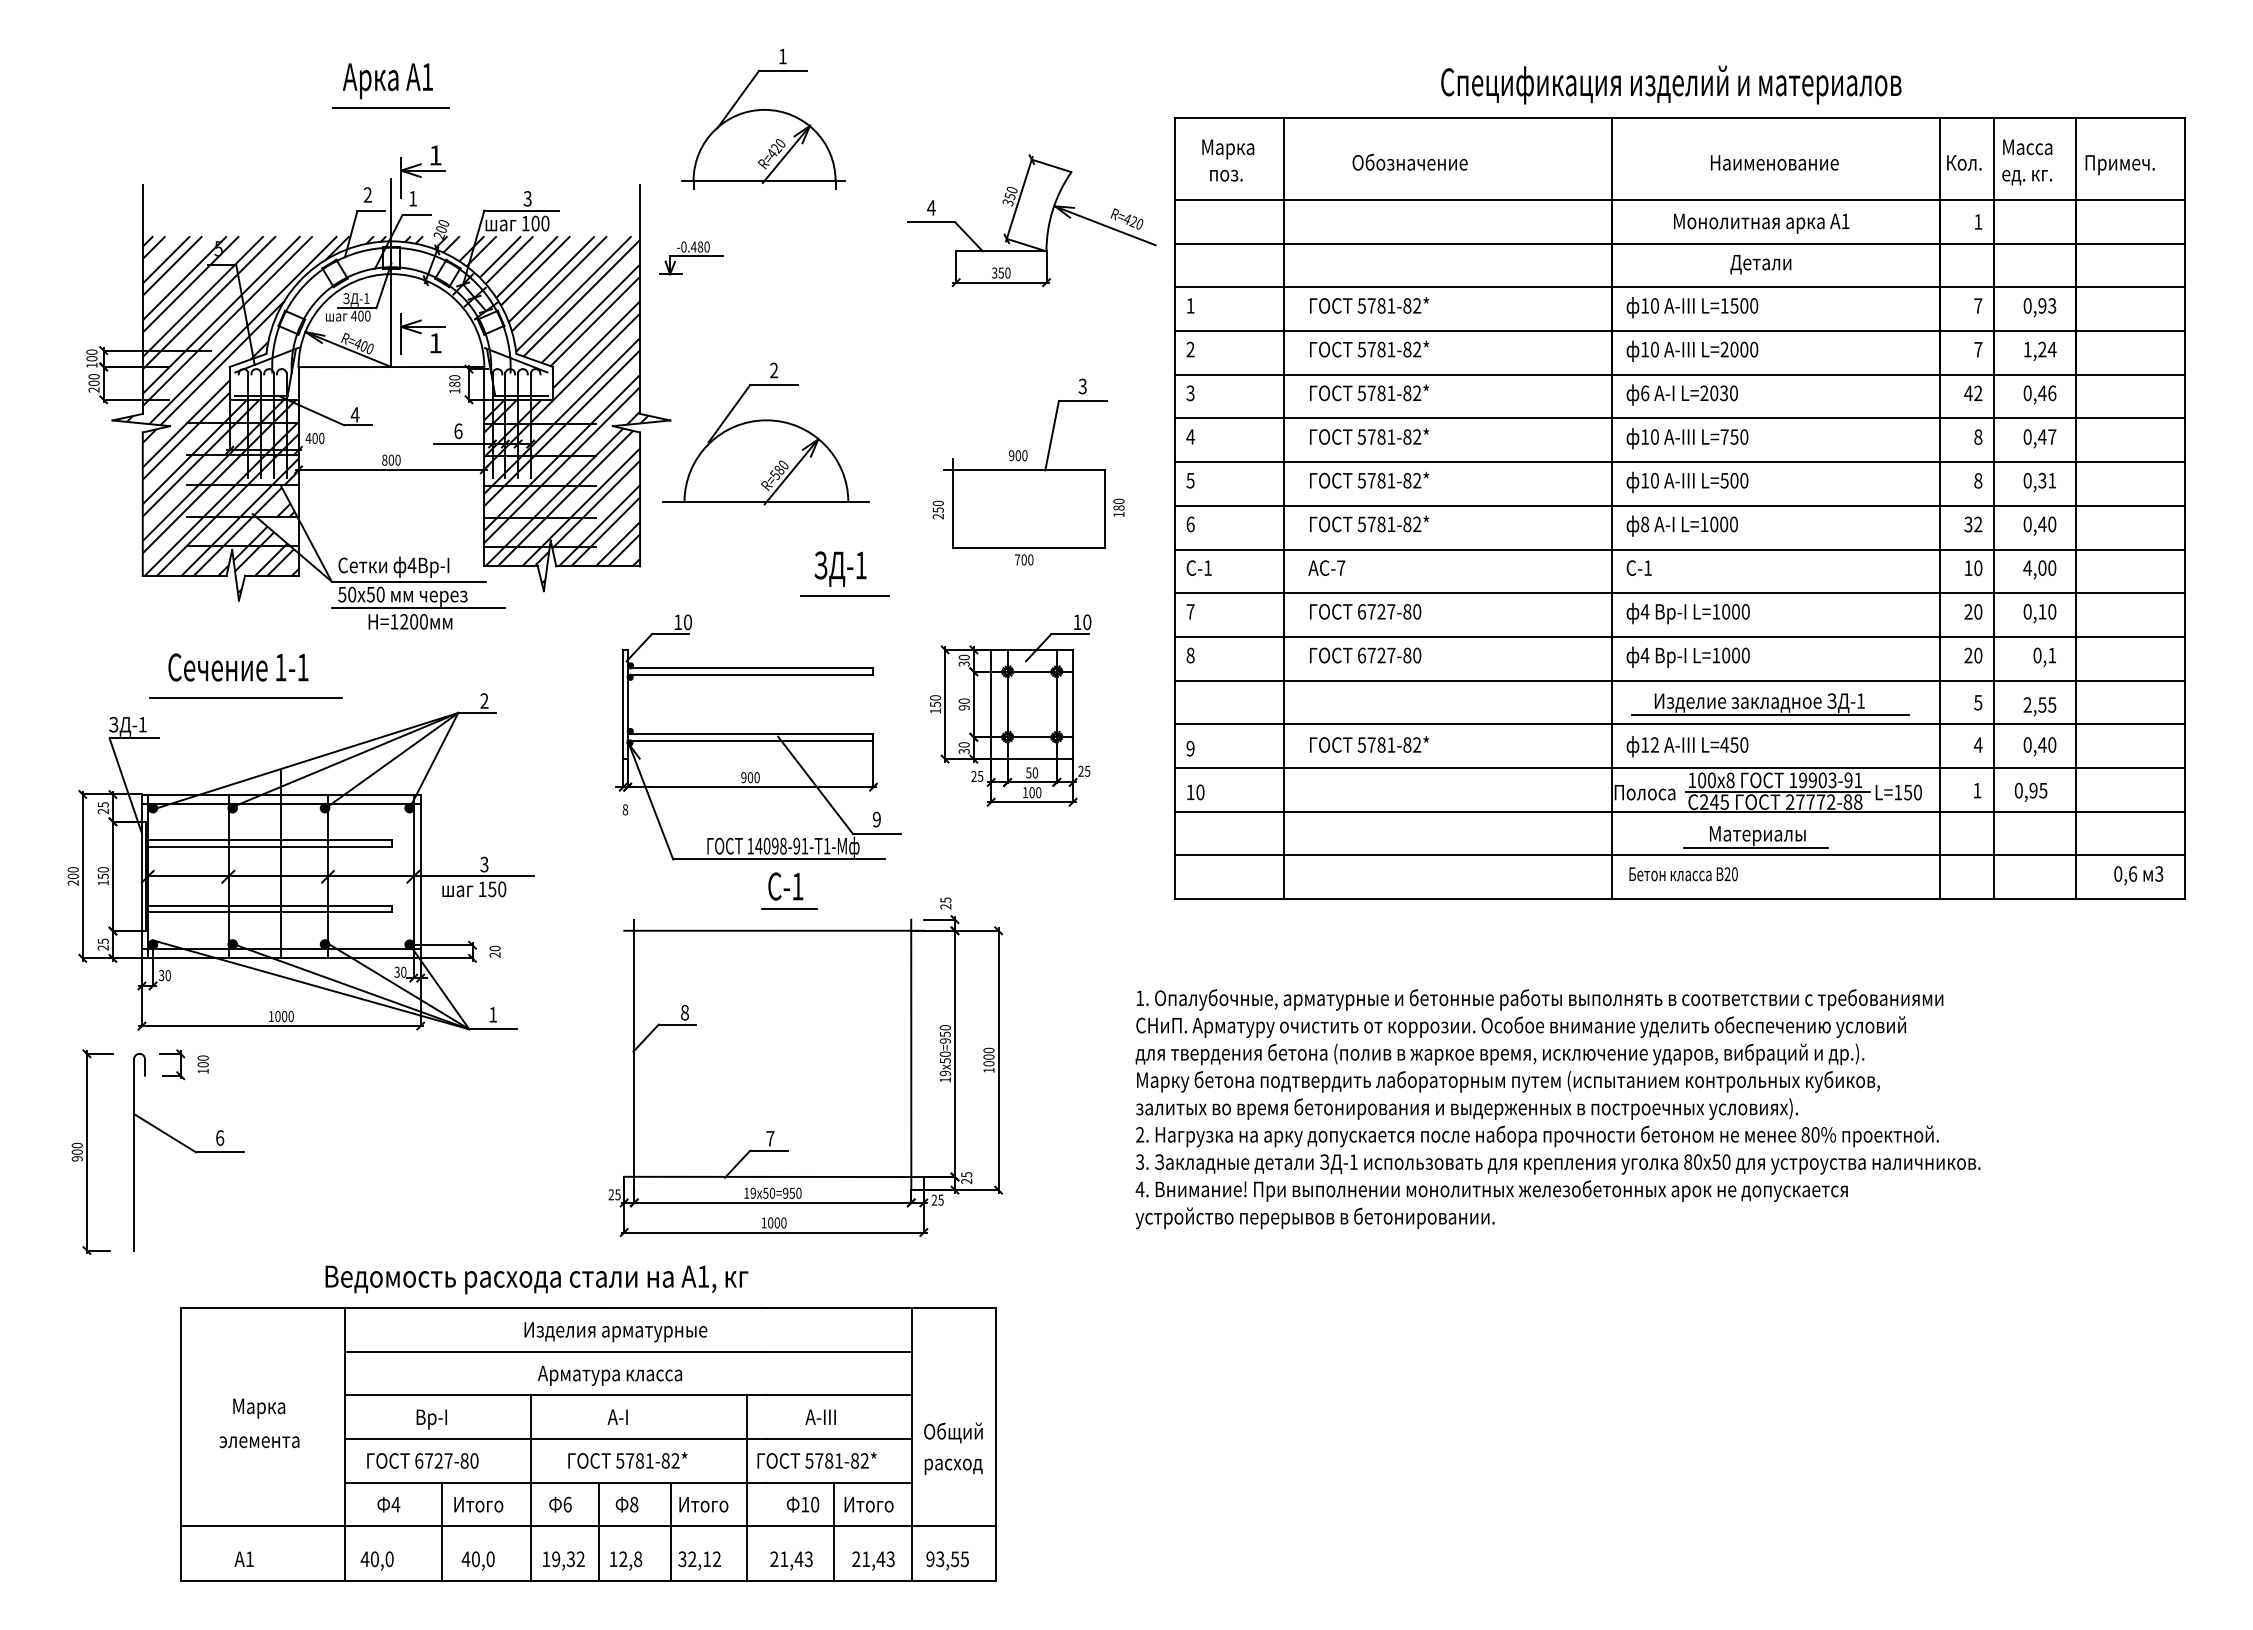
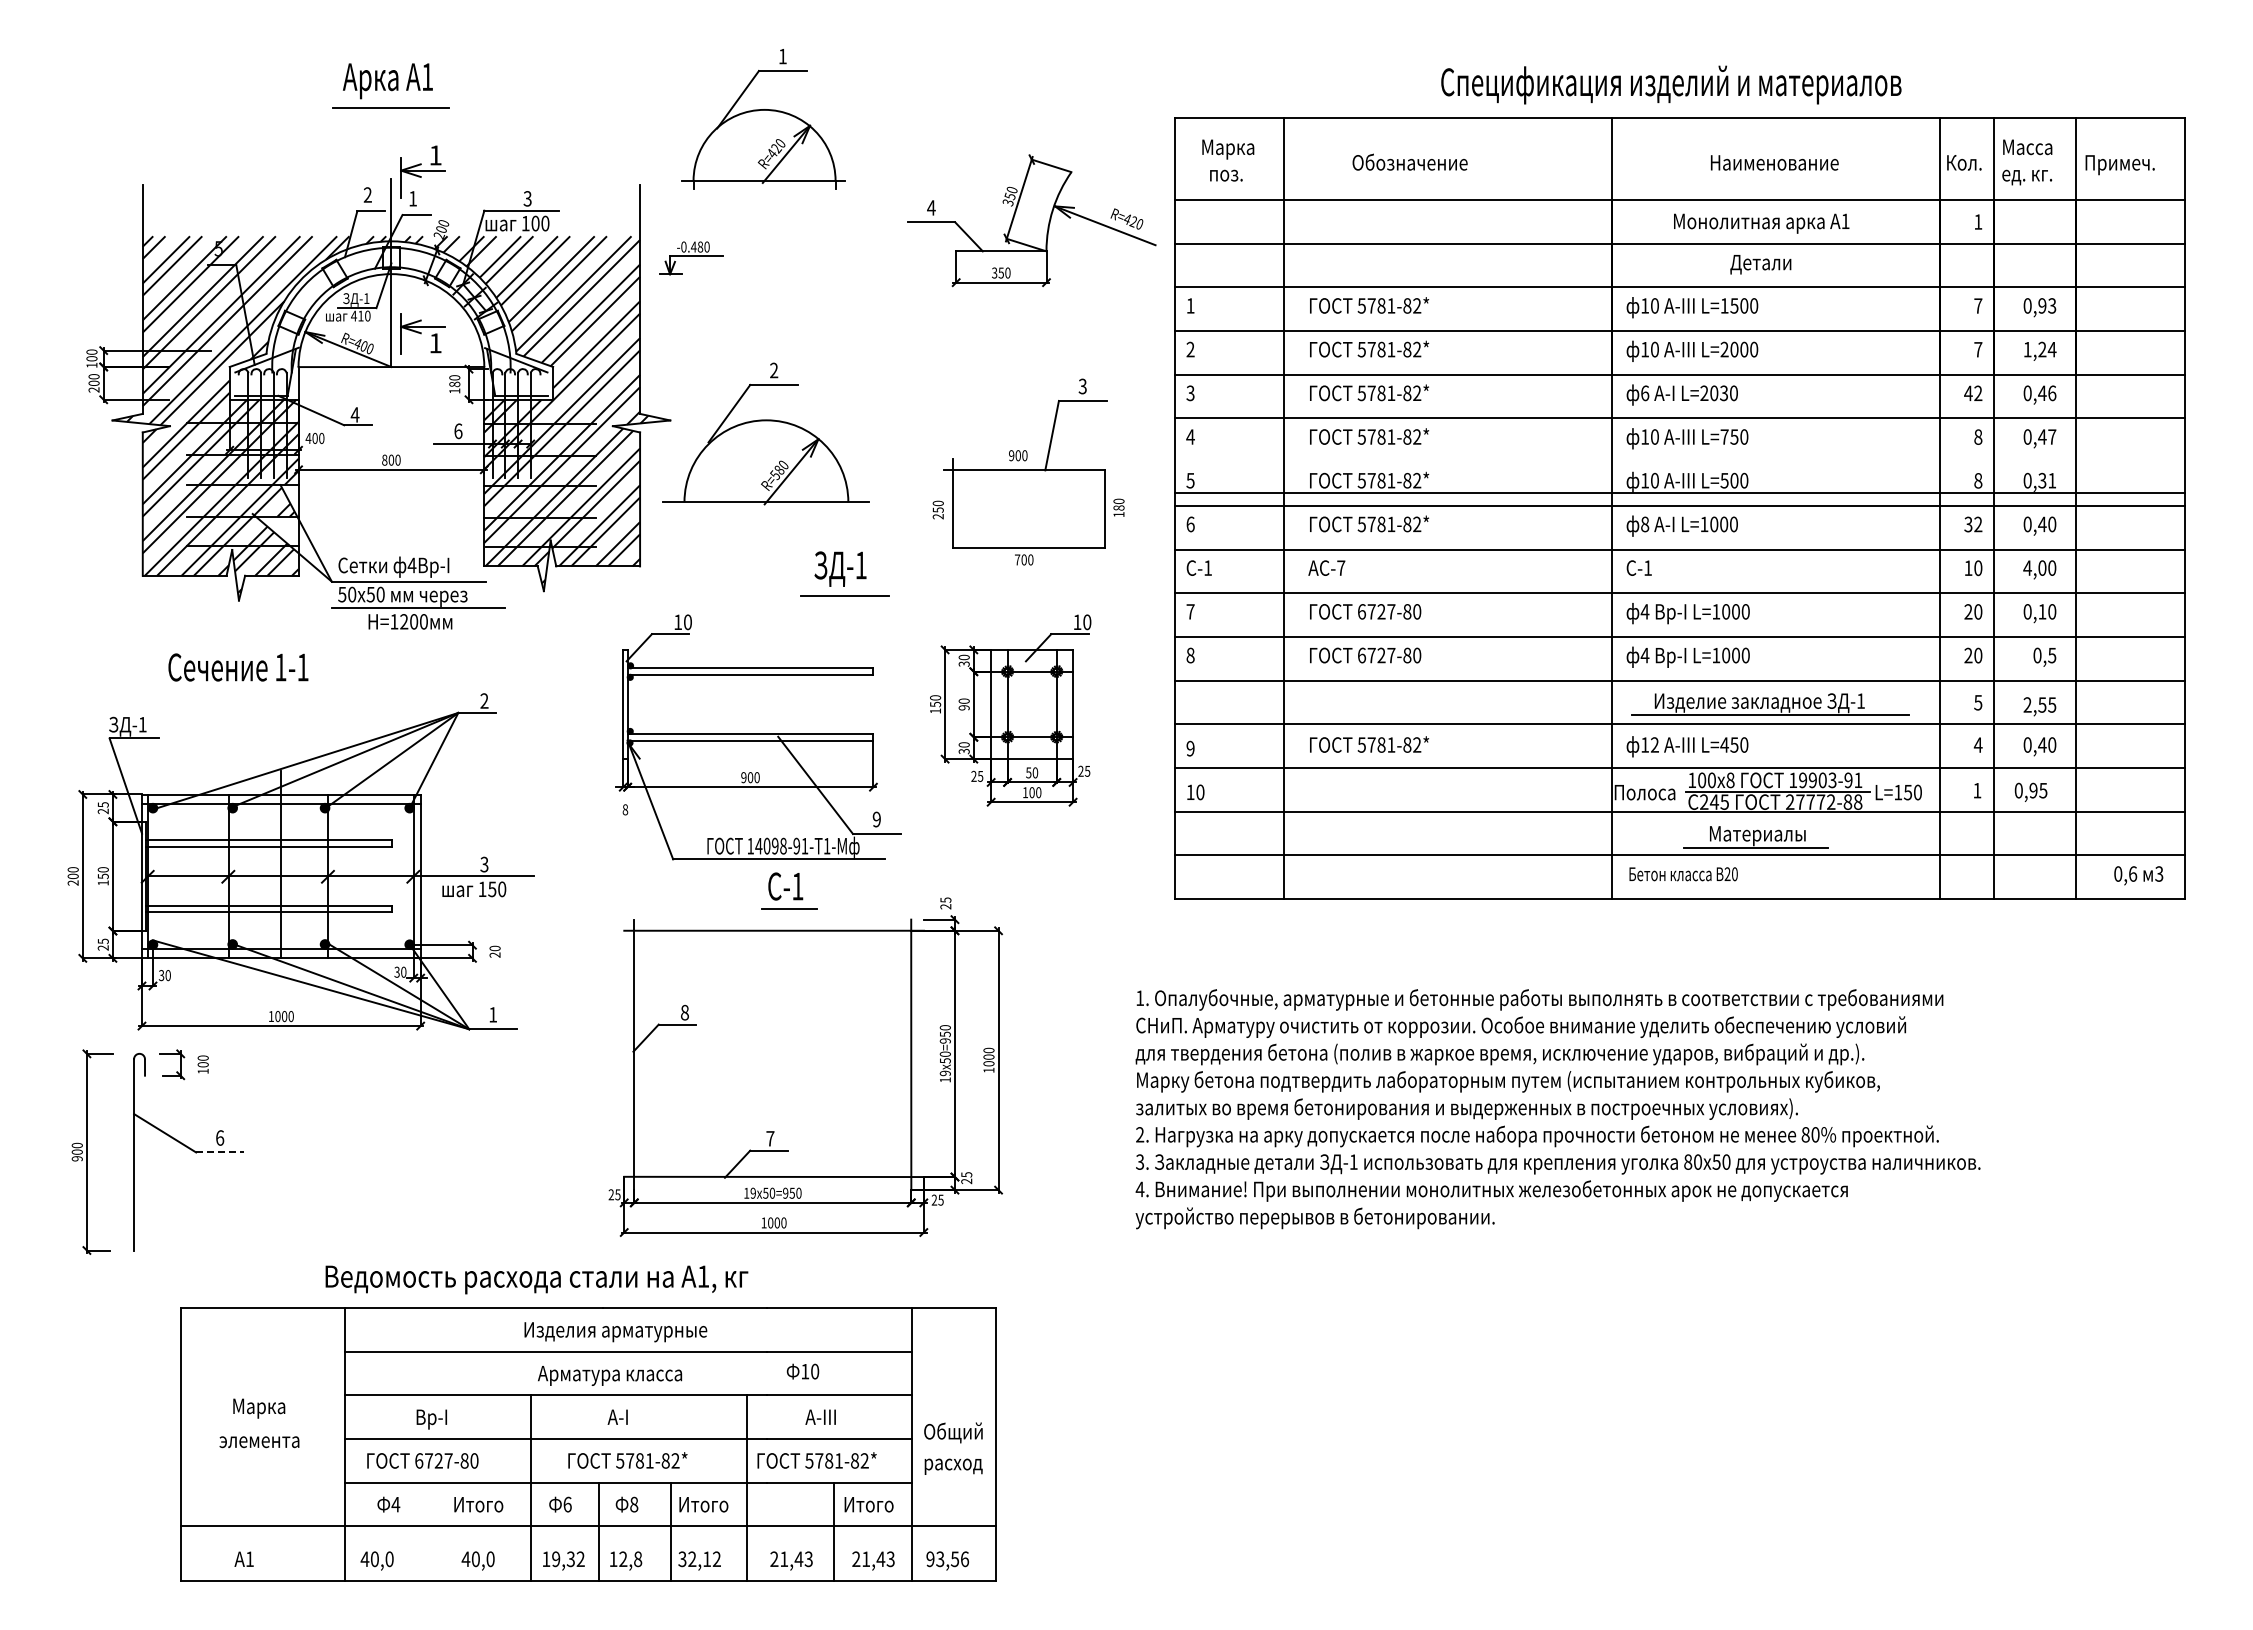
text at (360, 315): 400 -> 410
line at (1679, 462) position: (1679, 462) -> (1679, 493)
text at (2052, 655): 0,1 -> 0,5
line at (245, 697): present -> none
line at (220, 1152): solid -> dashed
text at (802, 1504) position: (802, 1504) -> (802, 1371)
line at (442, 1531): present -> none
text at (964, 1558): 93,55 -> 93,56
